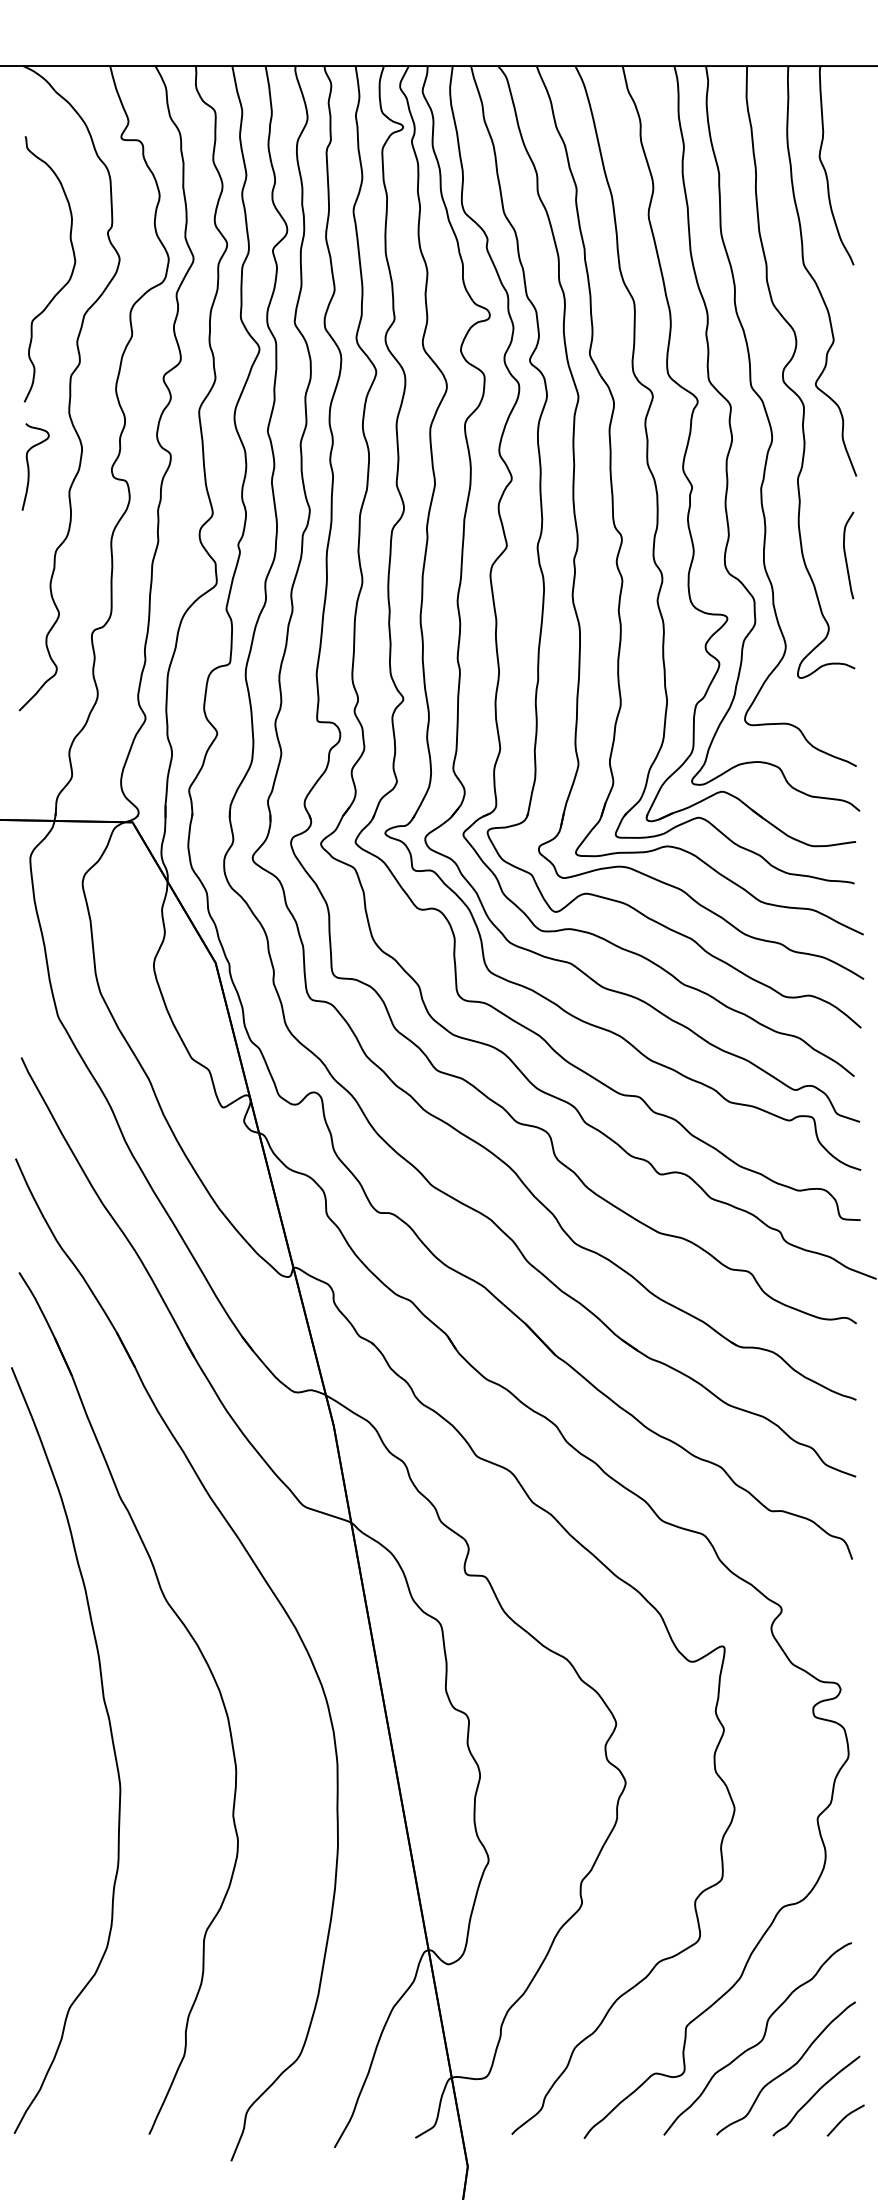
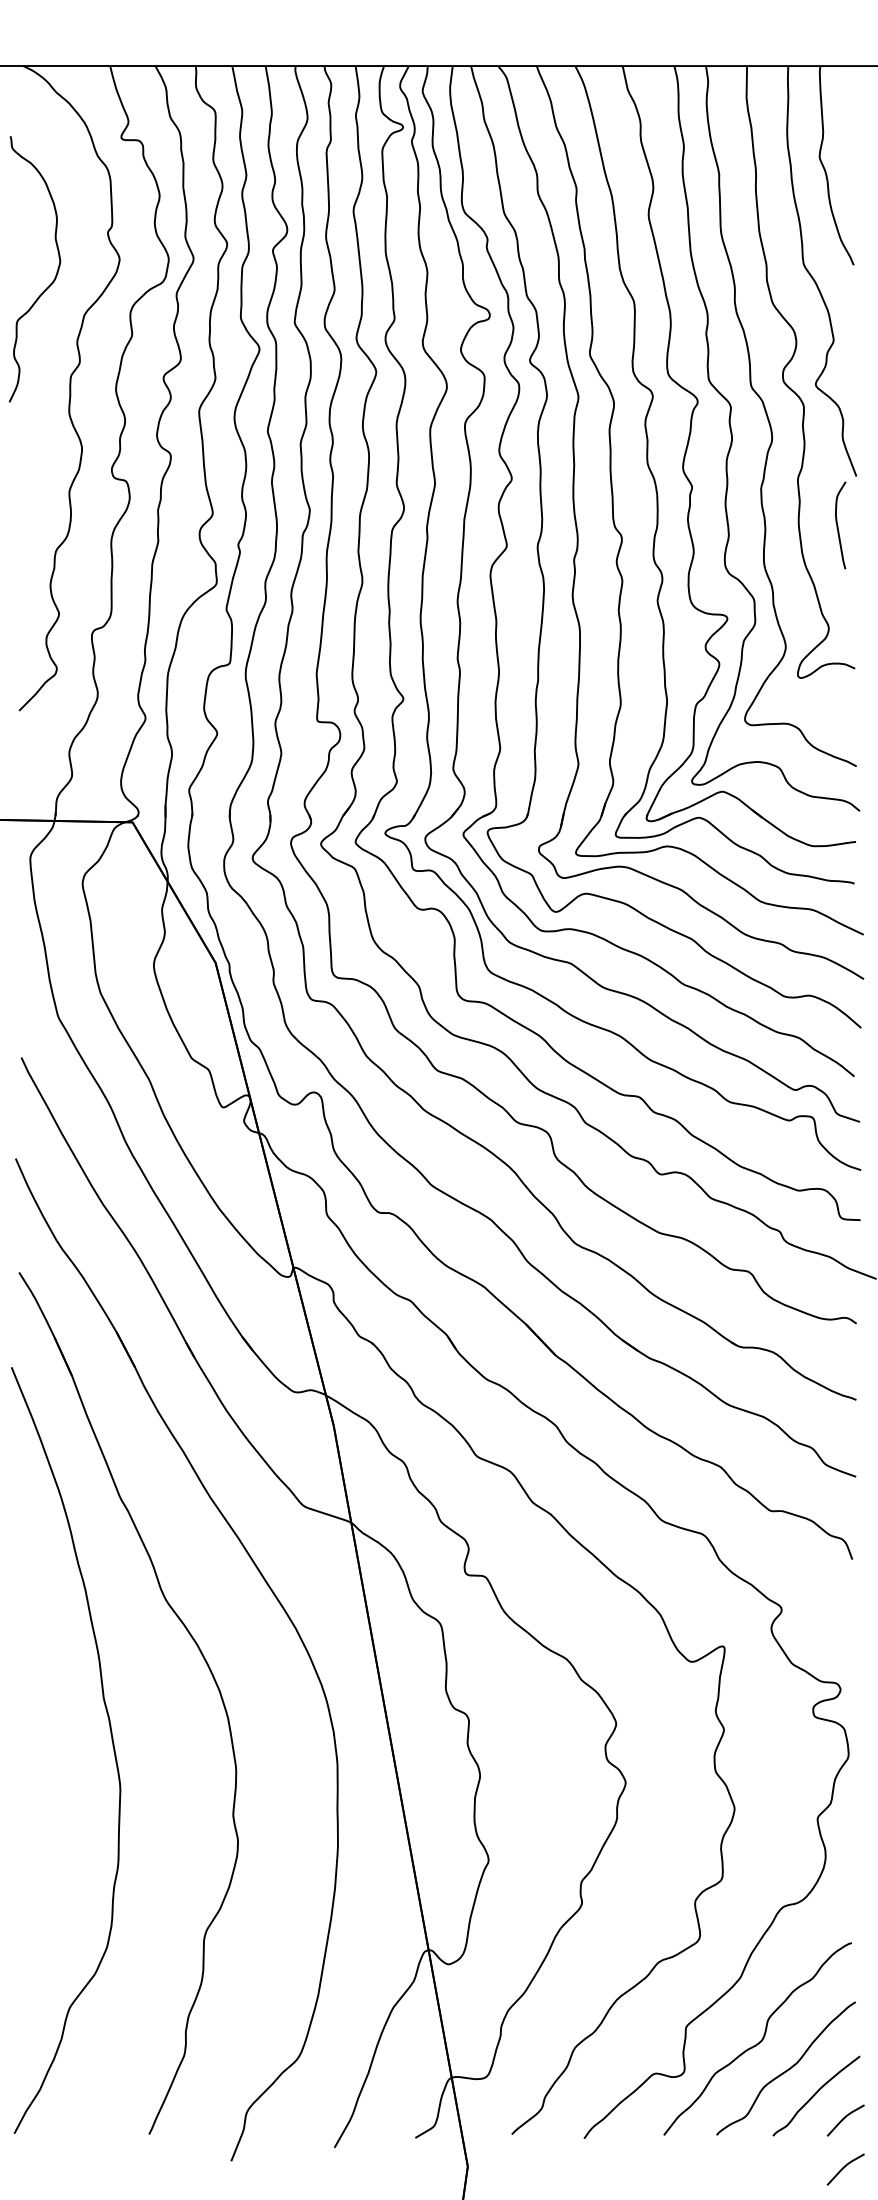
curve at (64, 284) position: (64, 284) -> (49, 284)
curve at (29, 466): present -> none
curve at (846, 555) position: (846, 555) -> (838, 525)
curve at (844, 2168): none -> present
